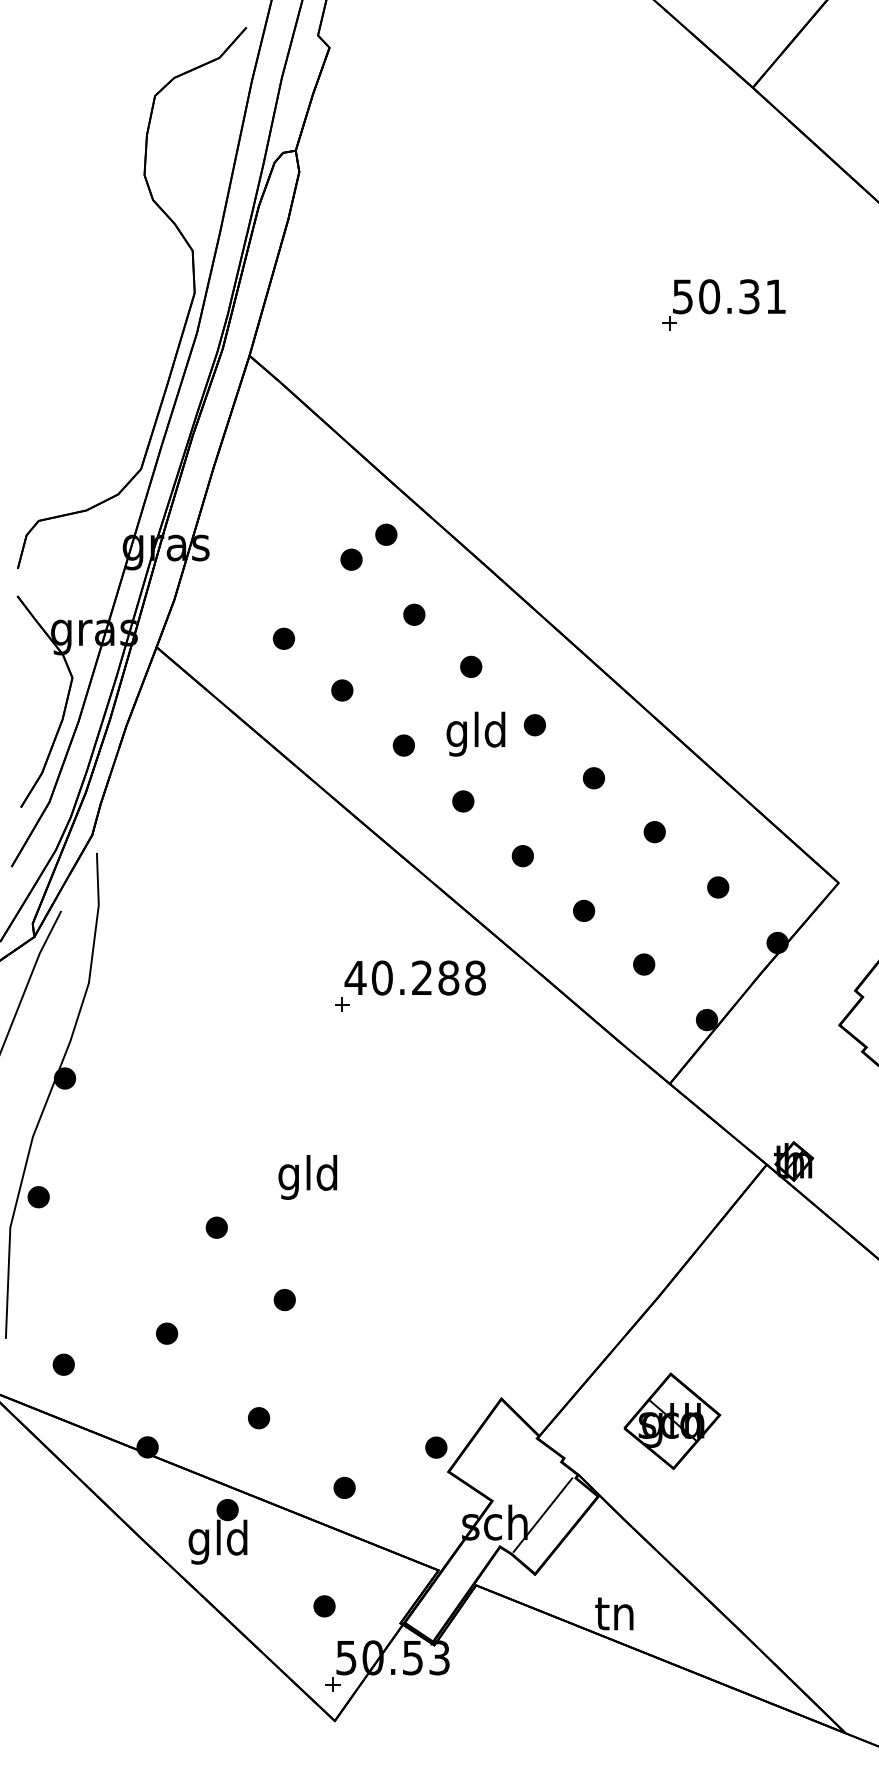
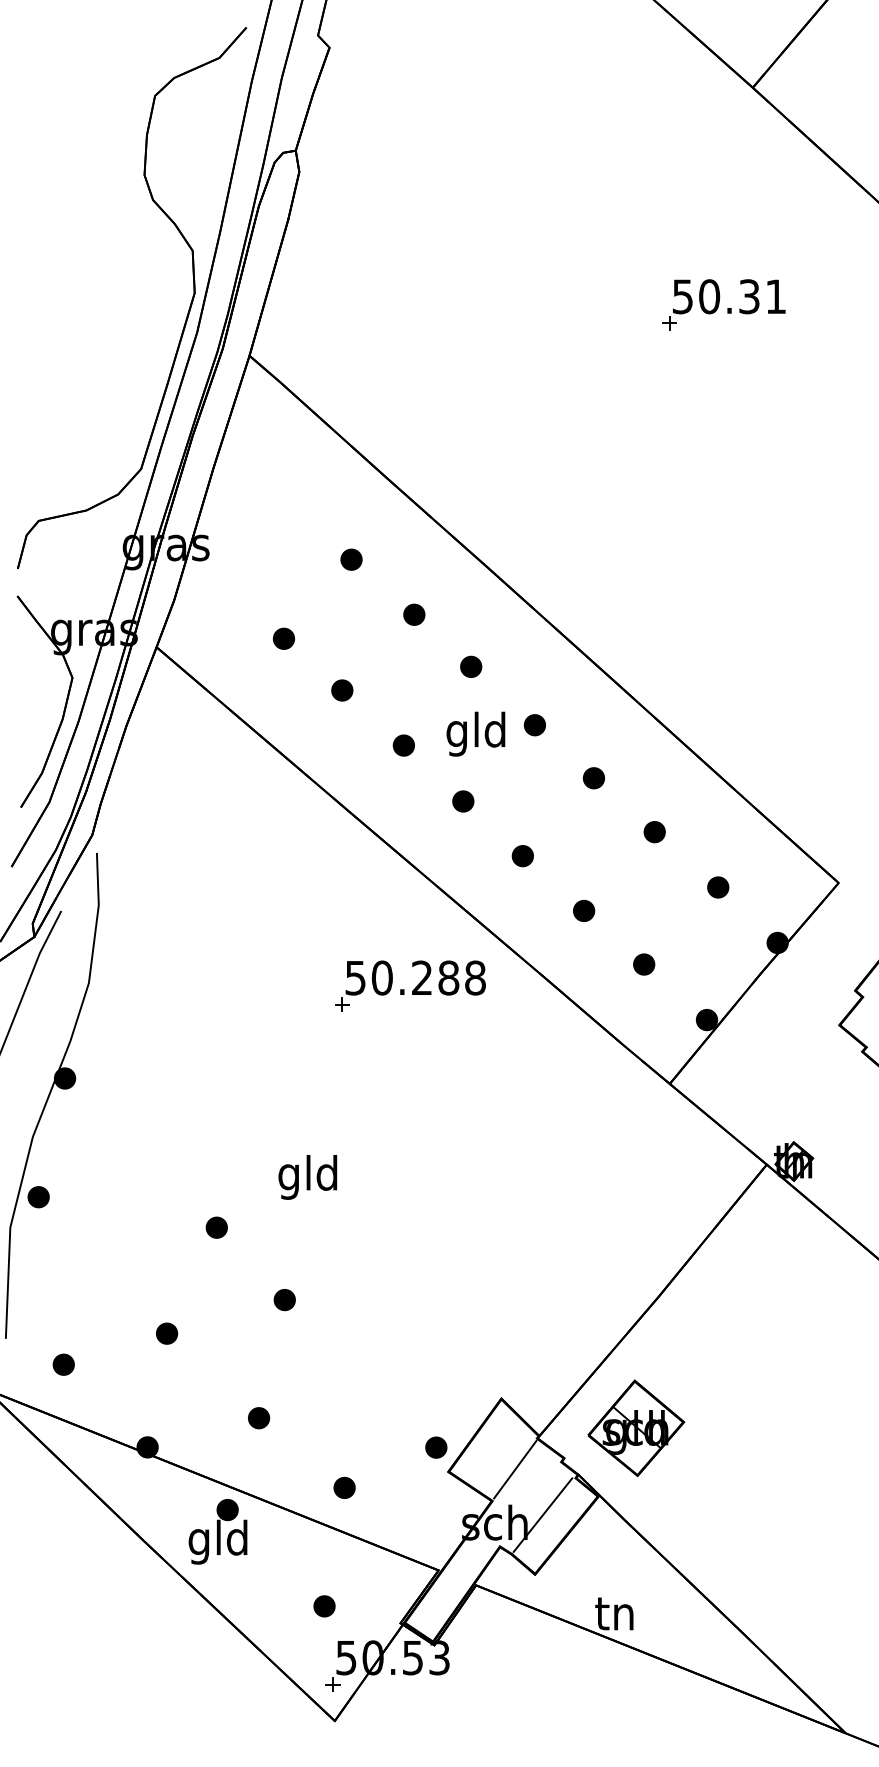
part at (386, 534): present -> none
text at (355, 978): 40.288 -> 50.288
part at (672, 1420) position: (672, 1420) -> (636, 1427)
line at (515, 1469): none -> present
